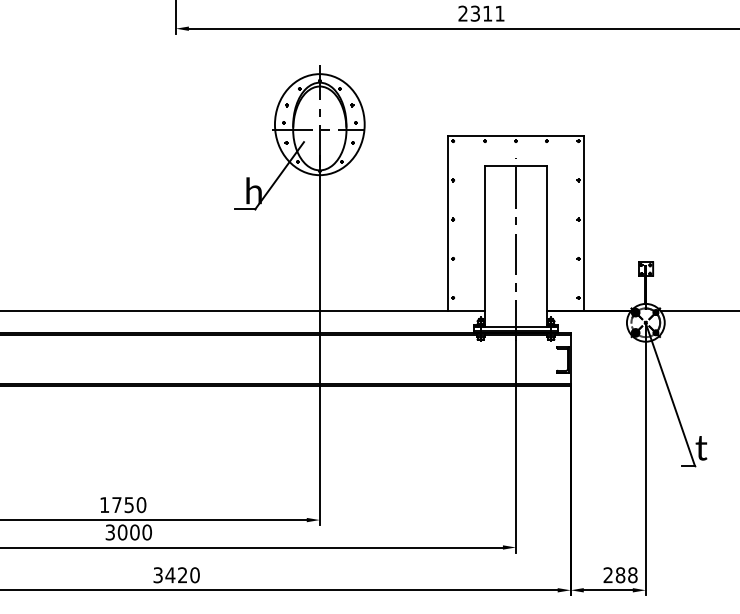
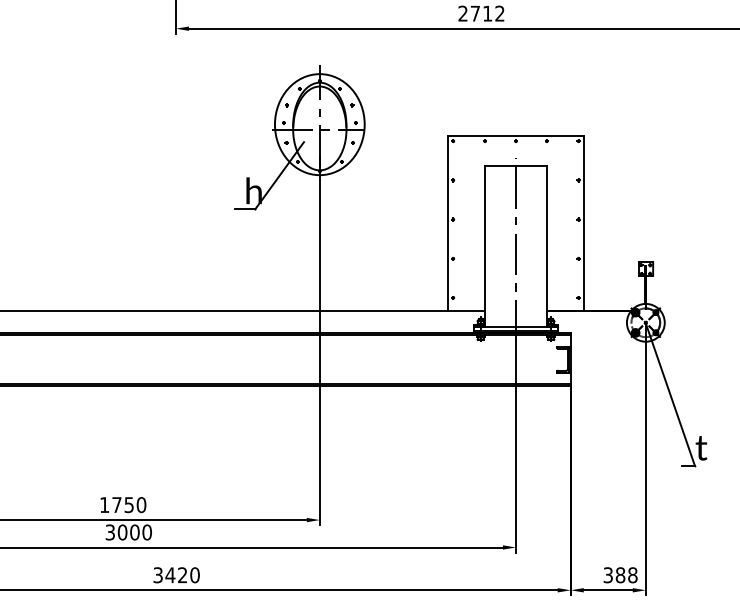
text at (487, 13): 2311 -> 2712
line at (698, 311): present -> none
text at (607, 575): 288 -> 388
